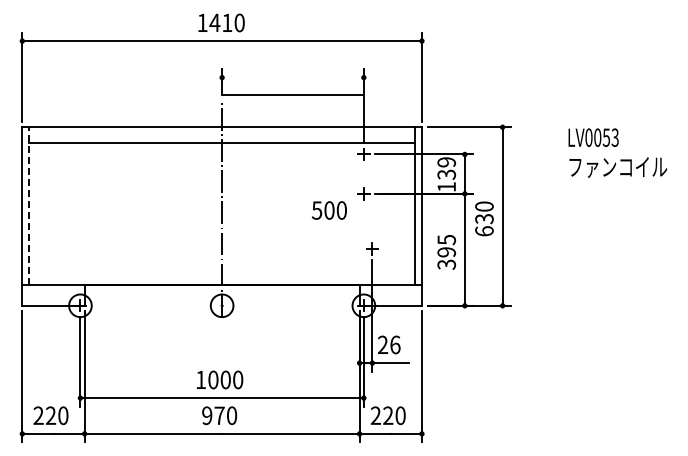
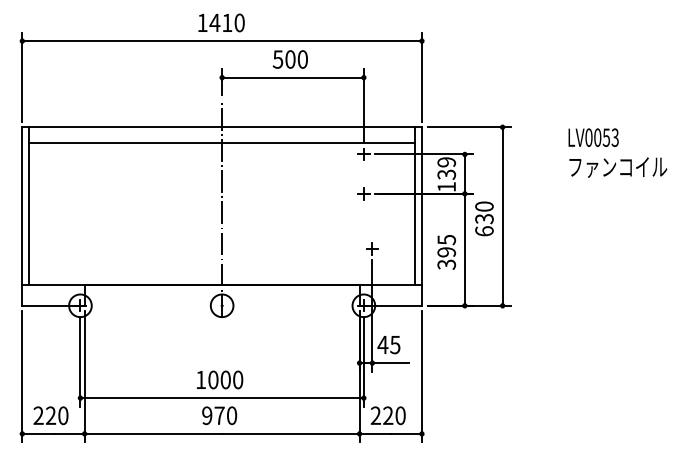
line at (292, 94) position: (292, 94) -> (292, 77)
line at (29, 205): dashed -> solid
text at (328, 210) position: (328, 210) -> (289, 59)
text at (388, 344): 26 -> 45
